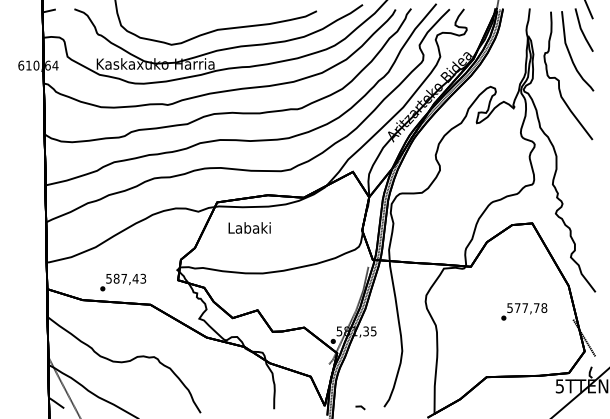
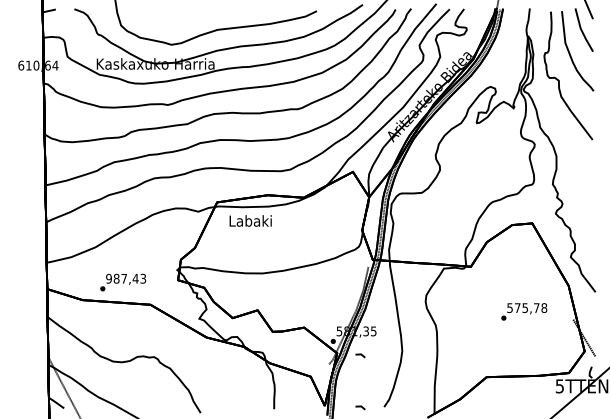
text at (249, 227) position: (249, 227) -> (250, 220)
text at (108, 278): 587,43 -> 987,43
text at (524, 308): 577,78 -> 575,78
line at (360, 355): none -> present
